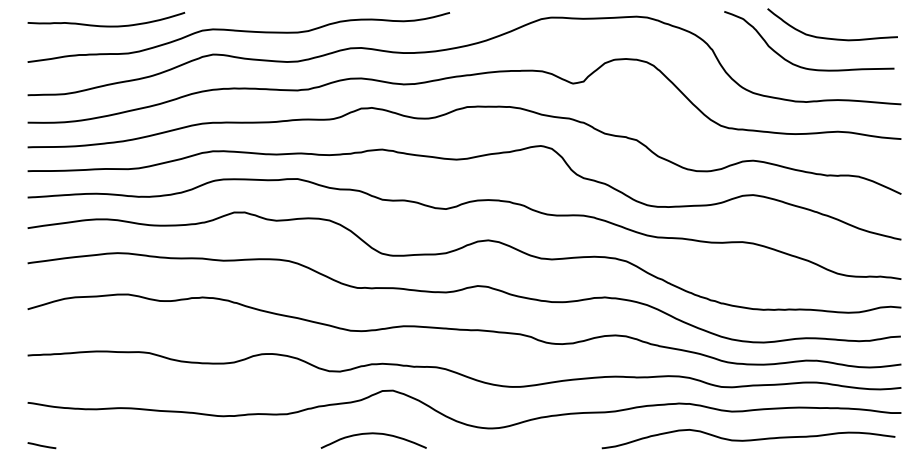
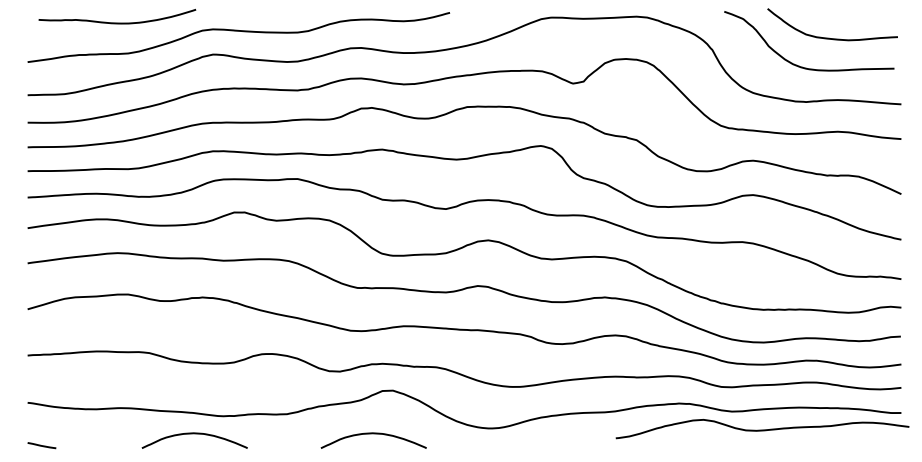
curve at (106, 25) position: (106, 25) -> (117, 22)
curve at (194, 434): none -> present
curve at (748, 439) position: (748, 439) -> (762, 429)
